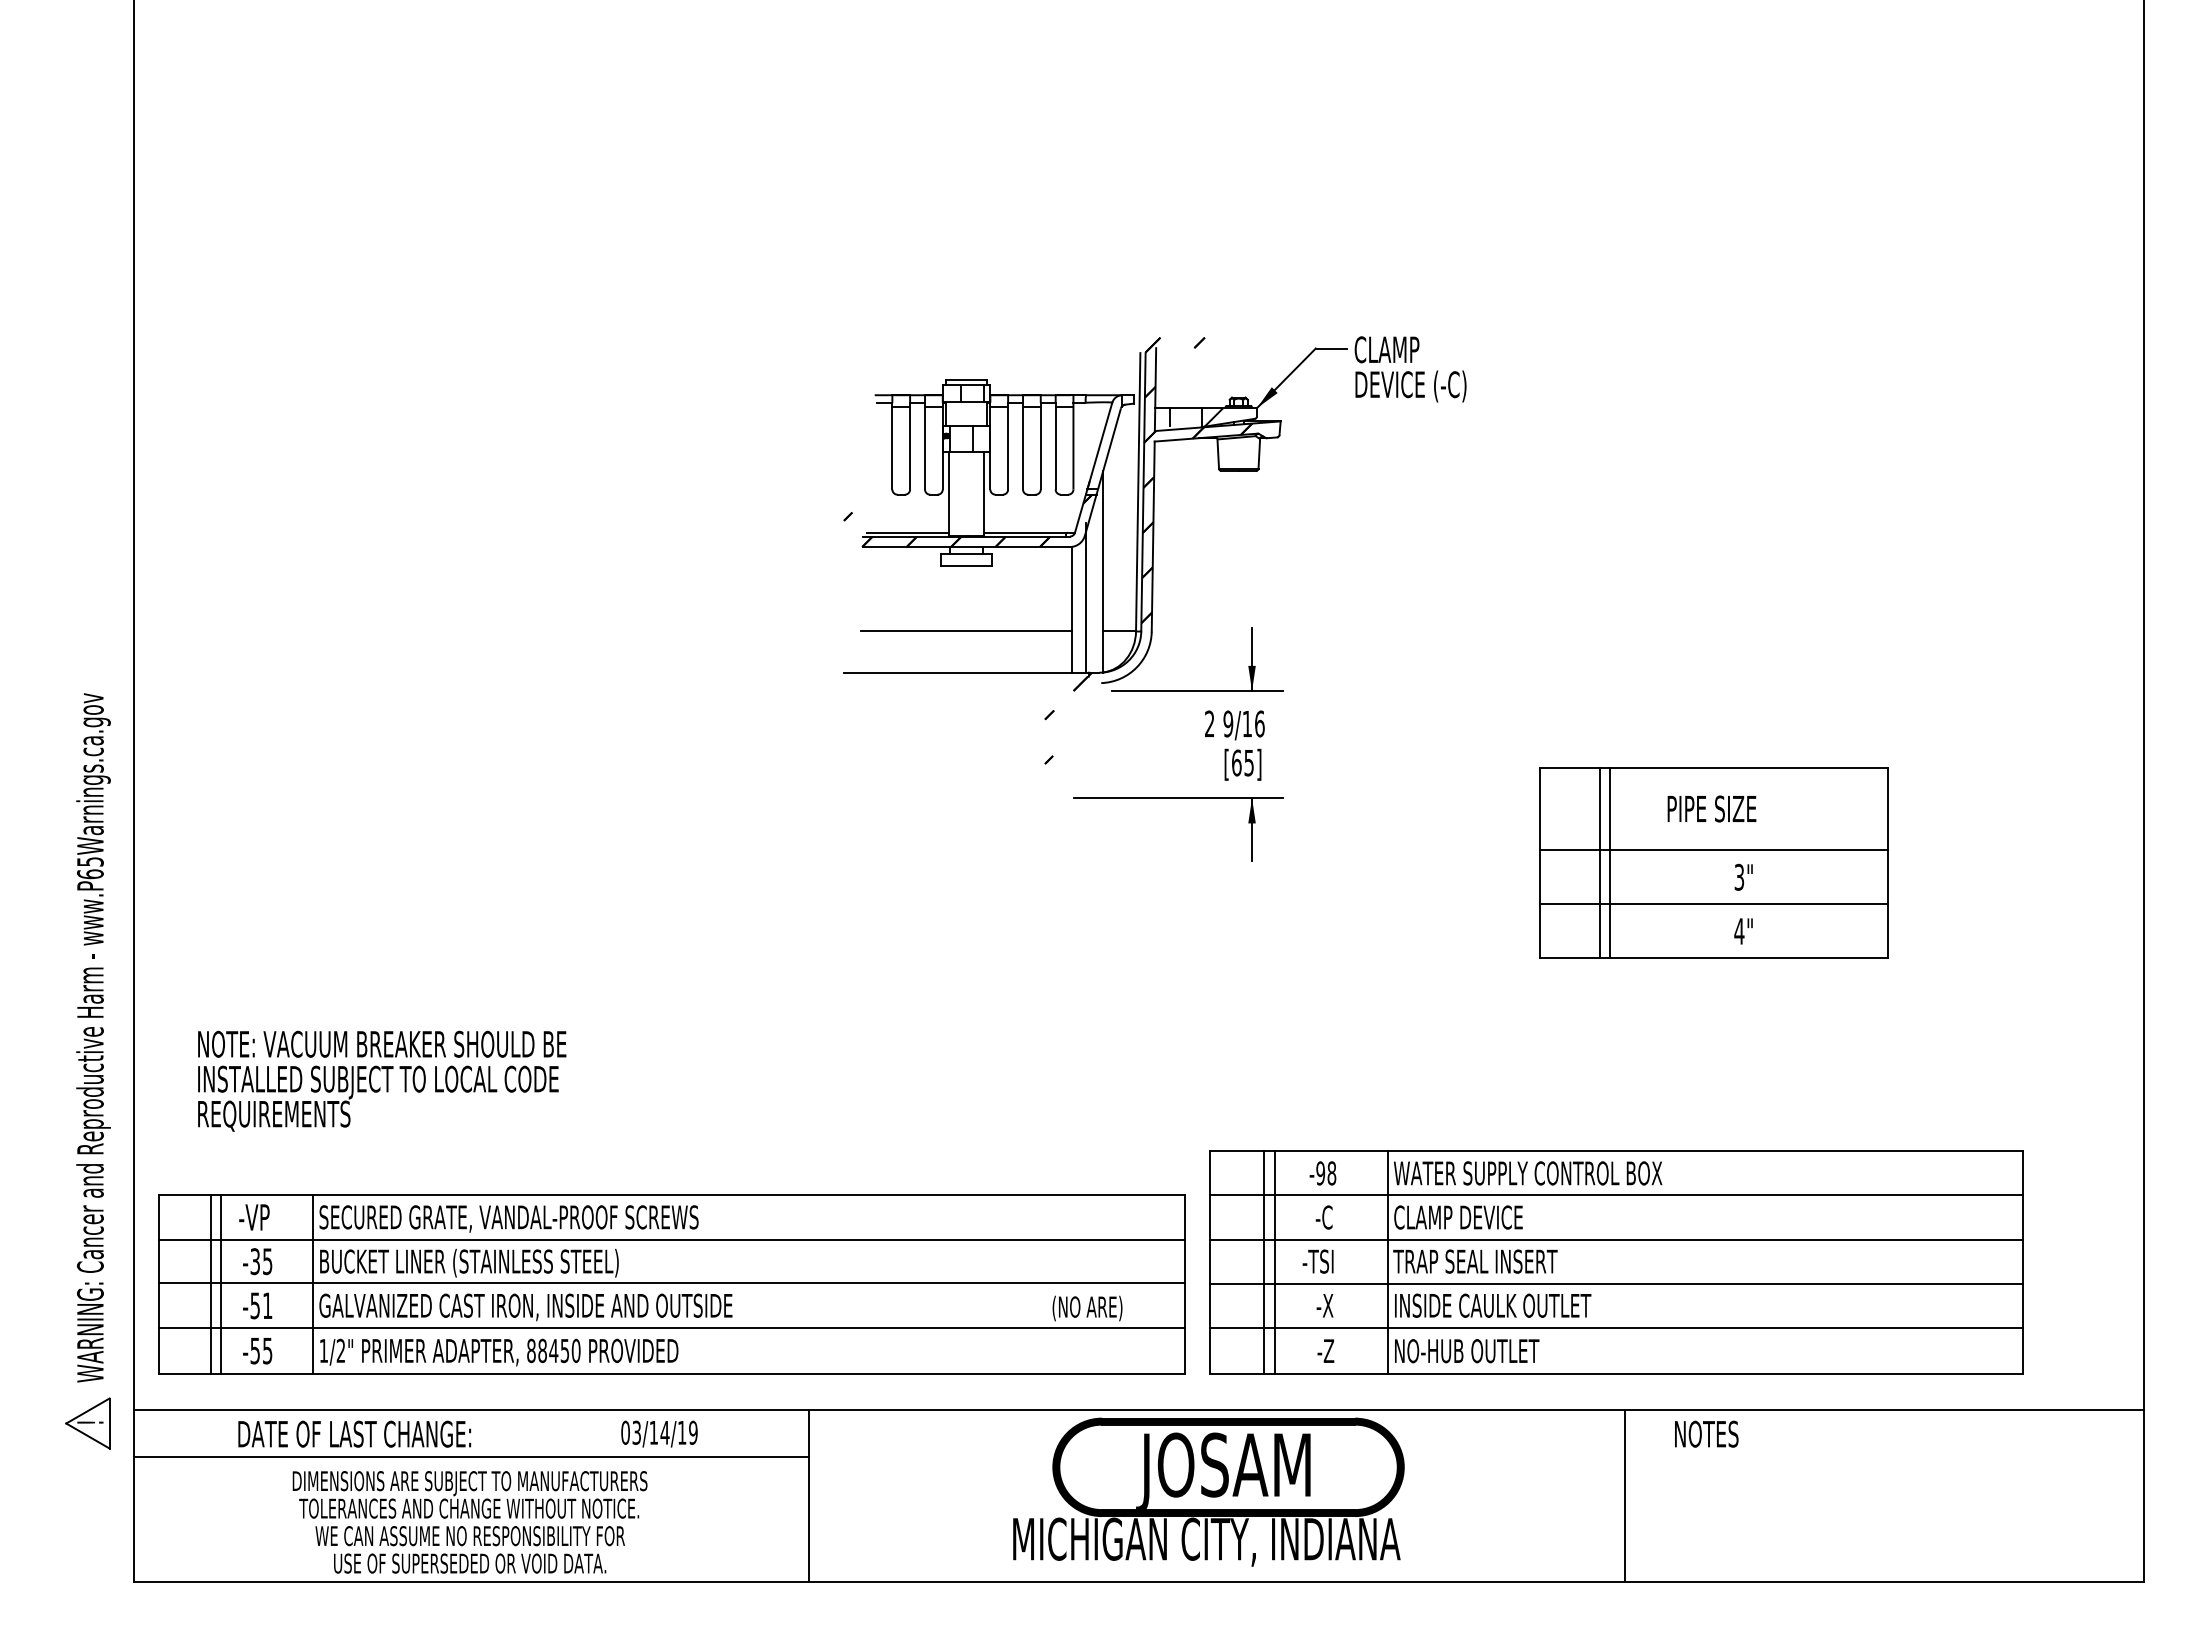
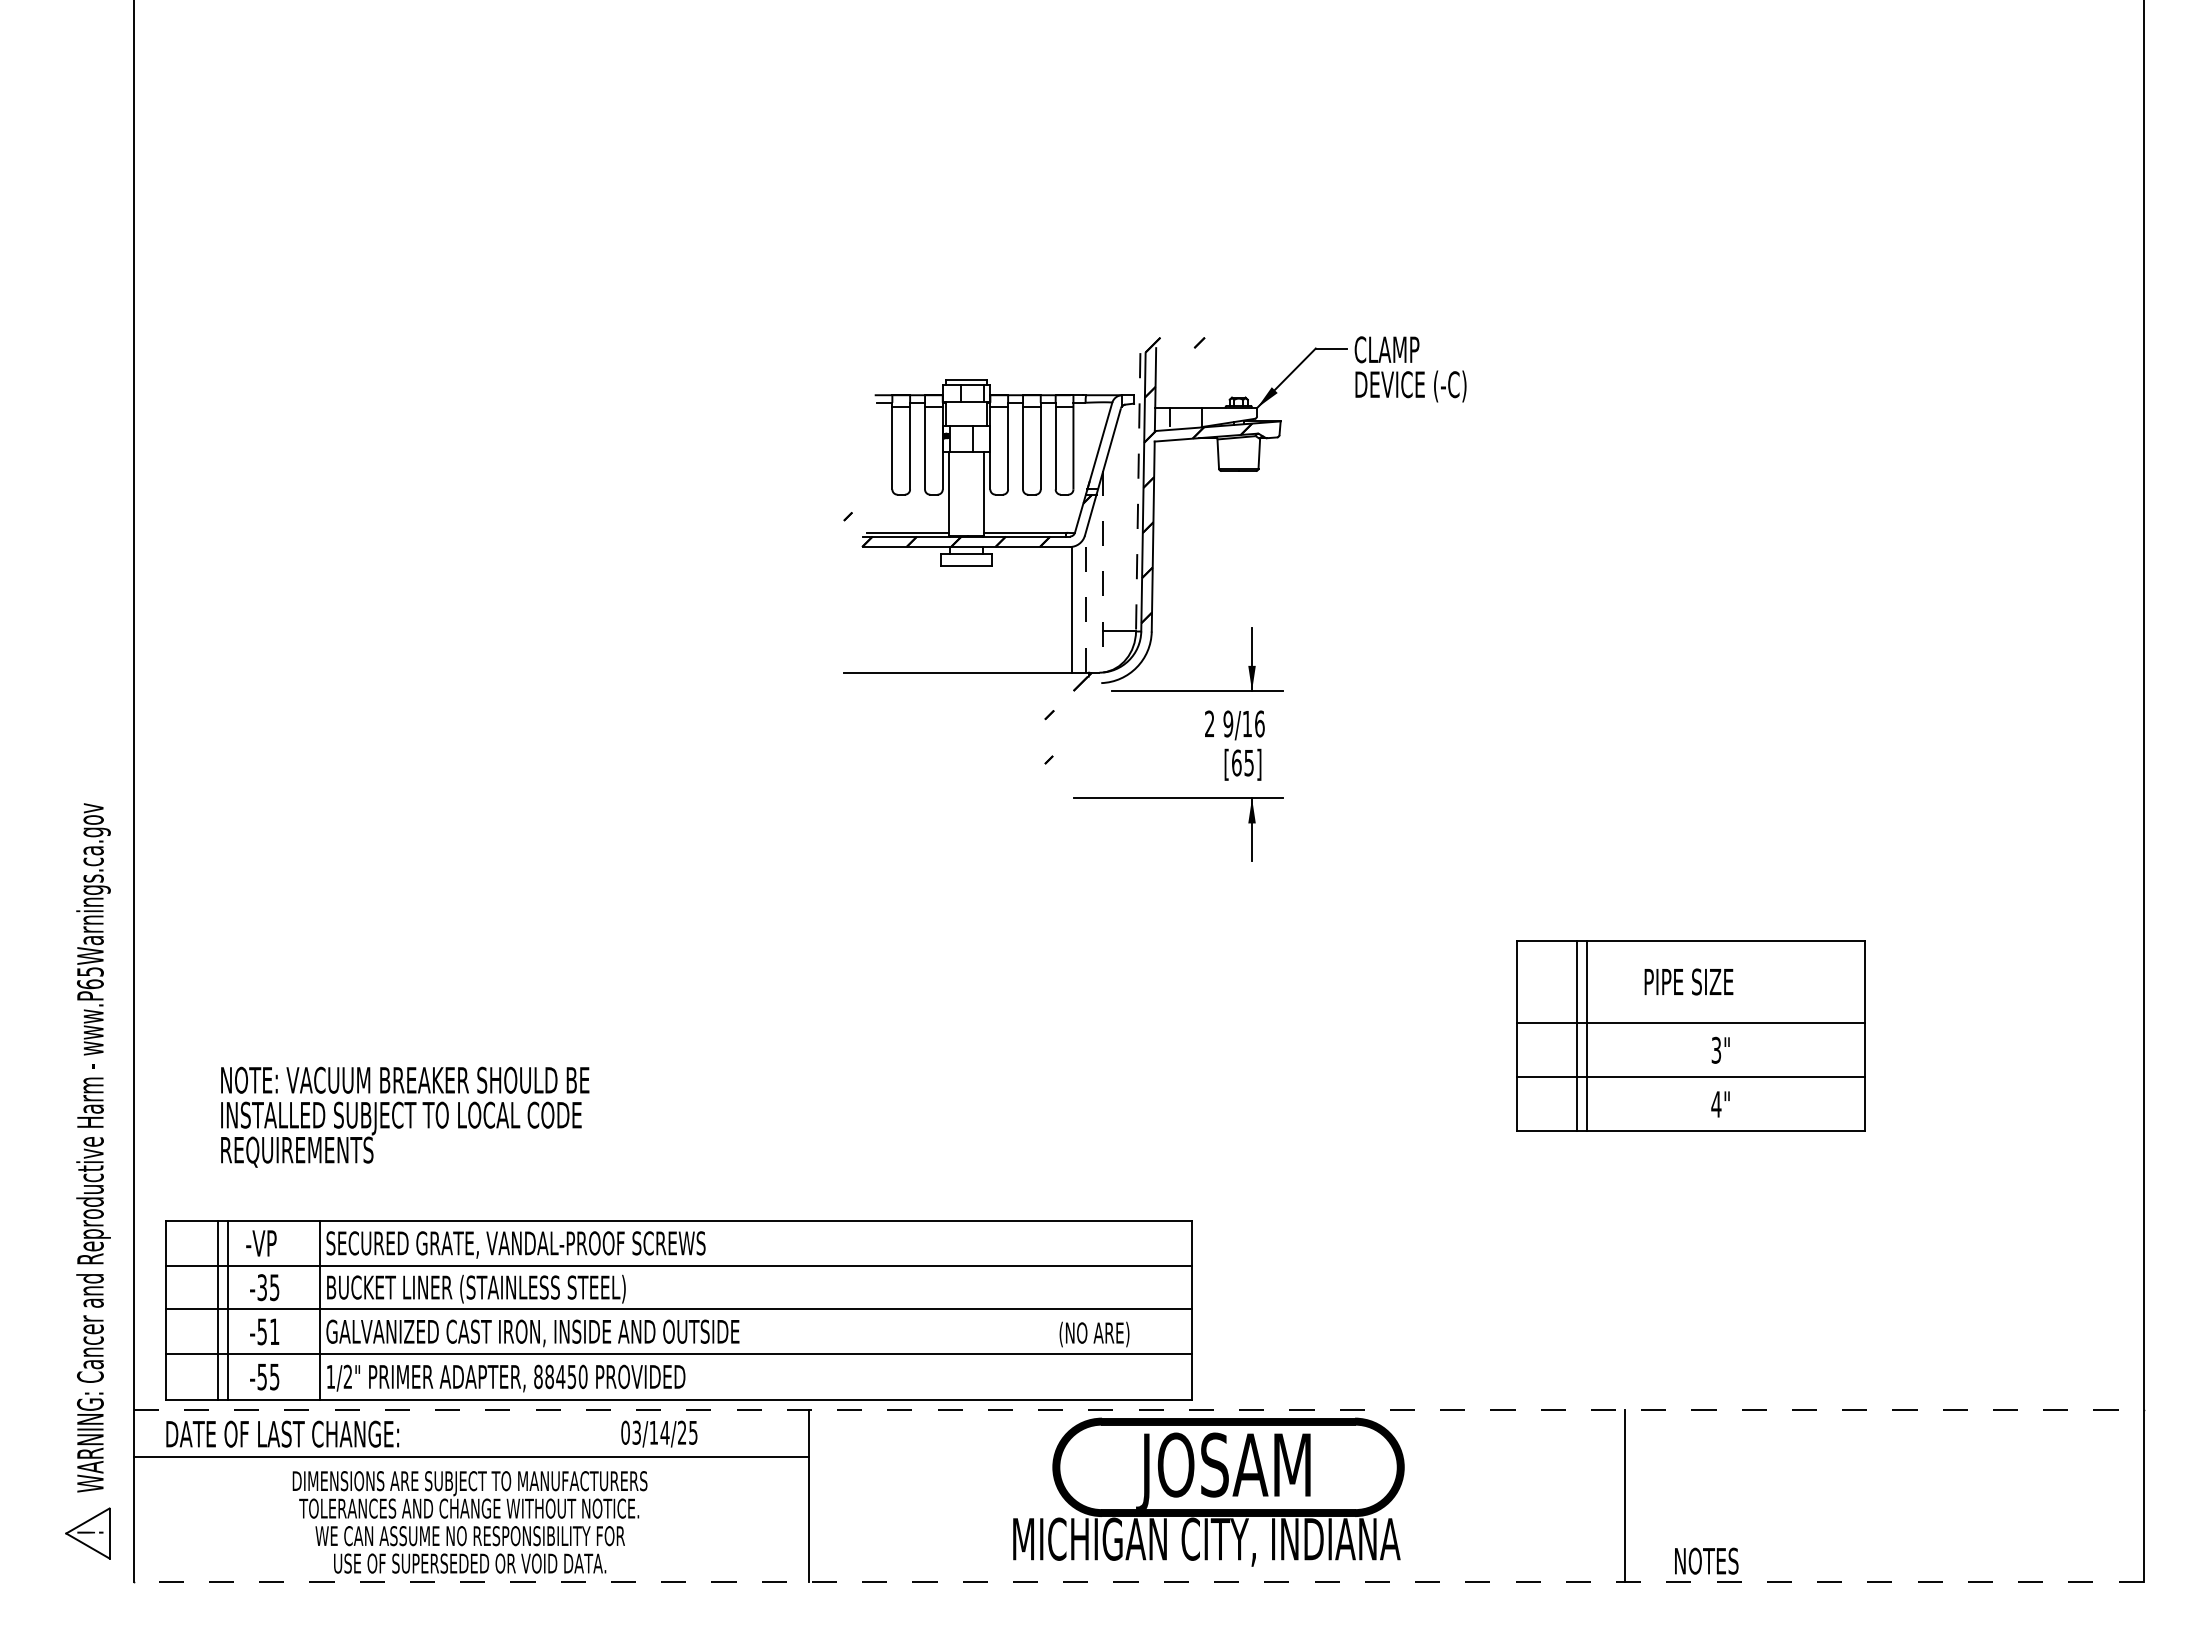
hatch at (1213, 417): present -> none
line at (1138, 492): solid -> dashed
line at (1103, 571): solid -> dashed
line at (1086, 597): solid -> dashed
line at (966, 631): present -> none
part at (1713, 862) position: (1713, 862) -> (1690, 1035)
part at (87, 1071) position: (87, 1071) -> (87, 1181)
text at (382, 1080) position: (382, 1080) -> (405, 1116)
part at (1616, 1262): present -> none
part at (671, 1284) position: (671, 1284) -> (678, 1310)
line at (1139, 1409): solid -> dashed
text at (687, 1432): 03/14/19 -> 03/14/25
text at (354, 1433) position: (354, 1433) -> (282, 1433)
text at (1706, 1433) position: (1706, 1433) -> (1706, 1560)
line at (1138, 1582): solid -> dashed
